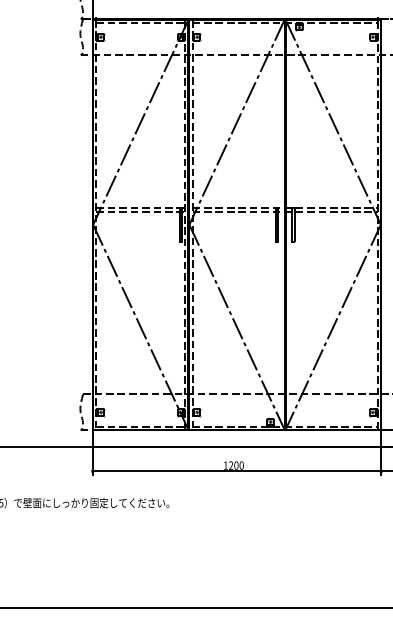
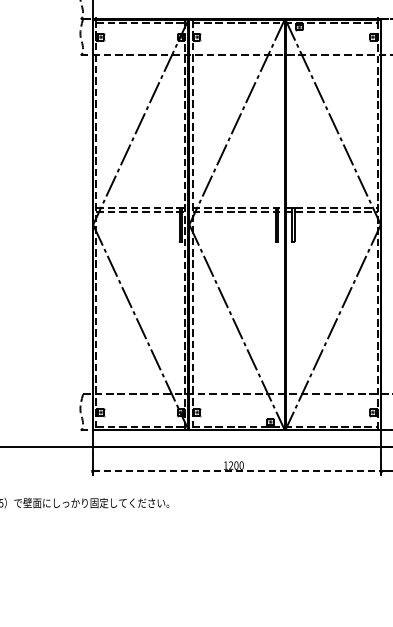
line at (237, 471): solid -> dashed
line at (195, 608): present -> none
